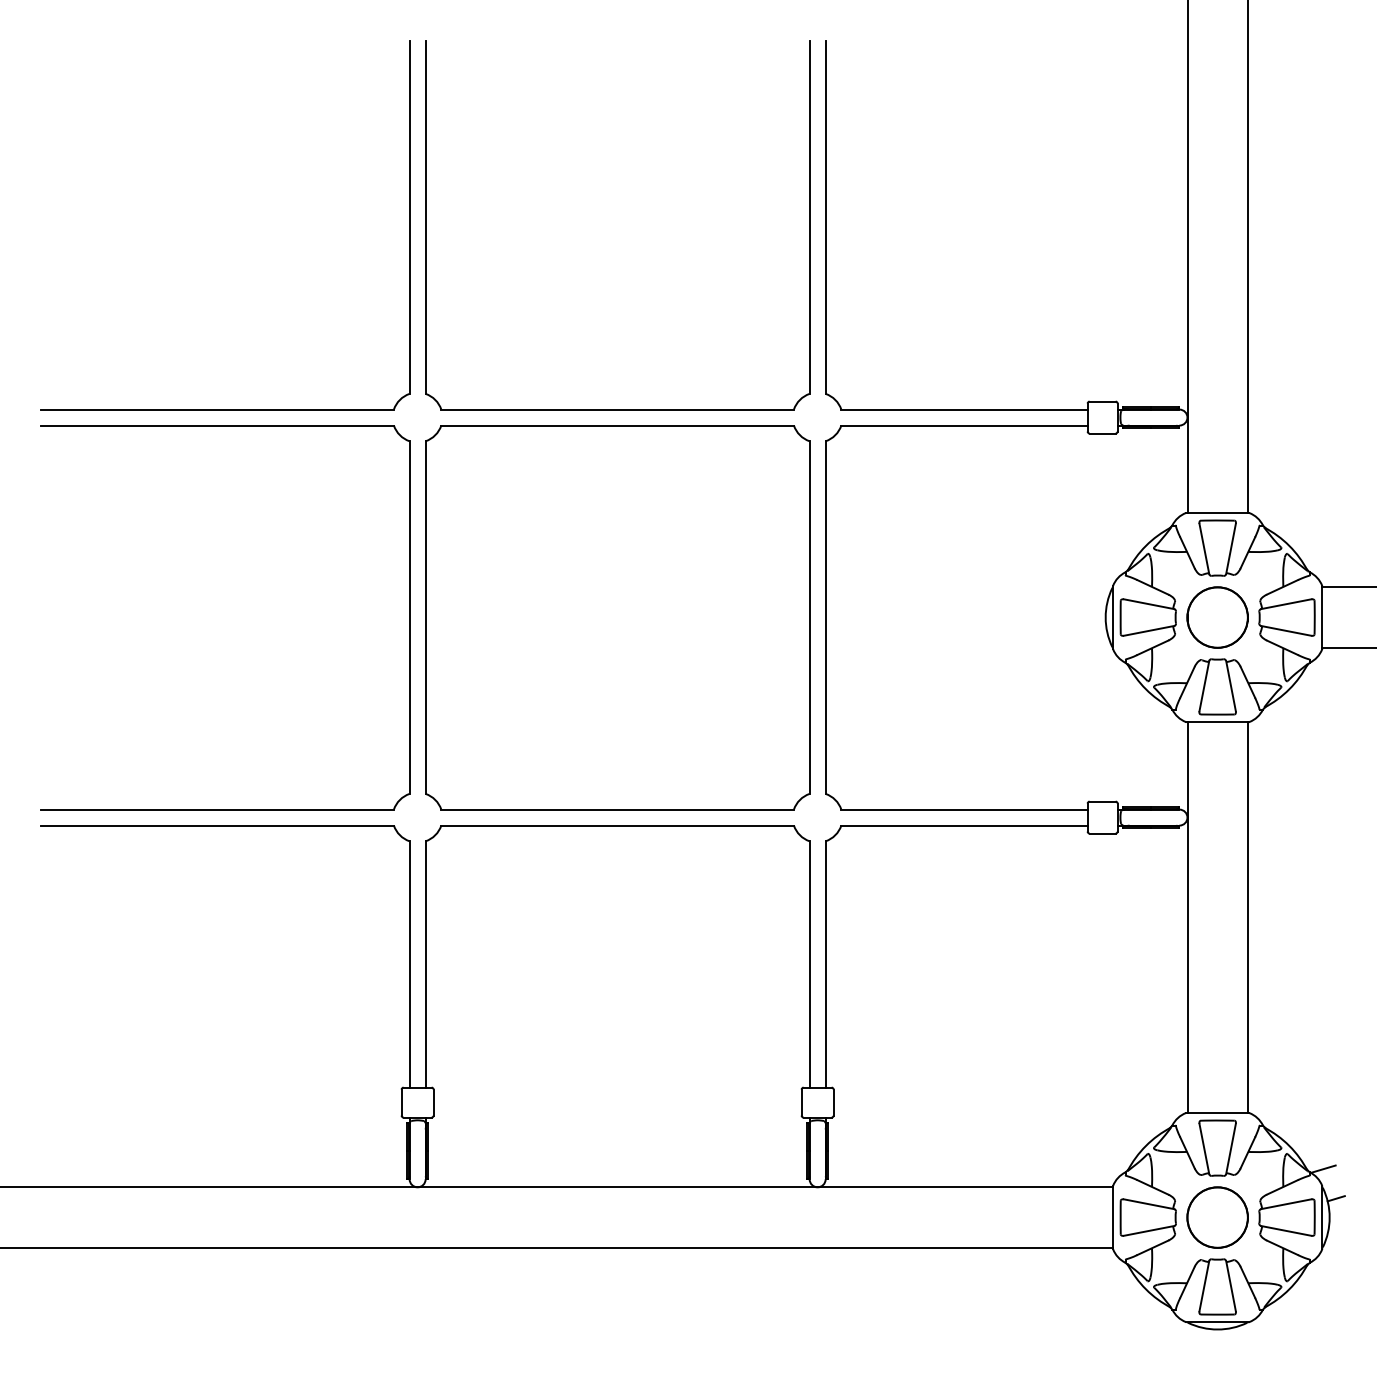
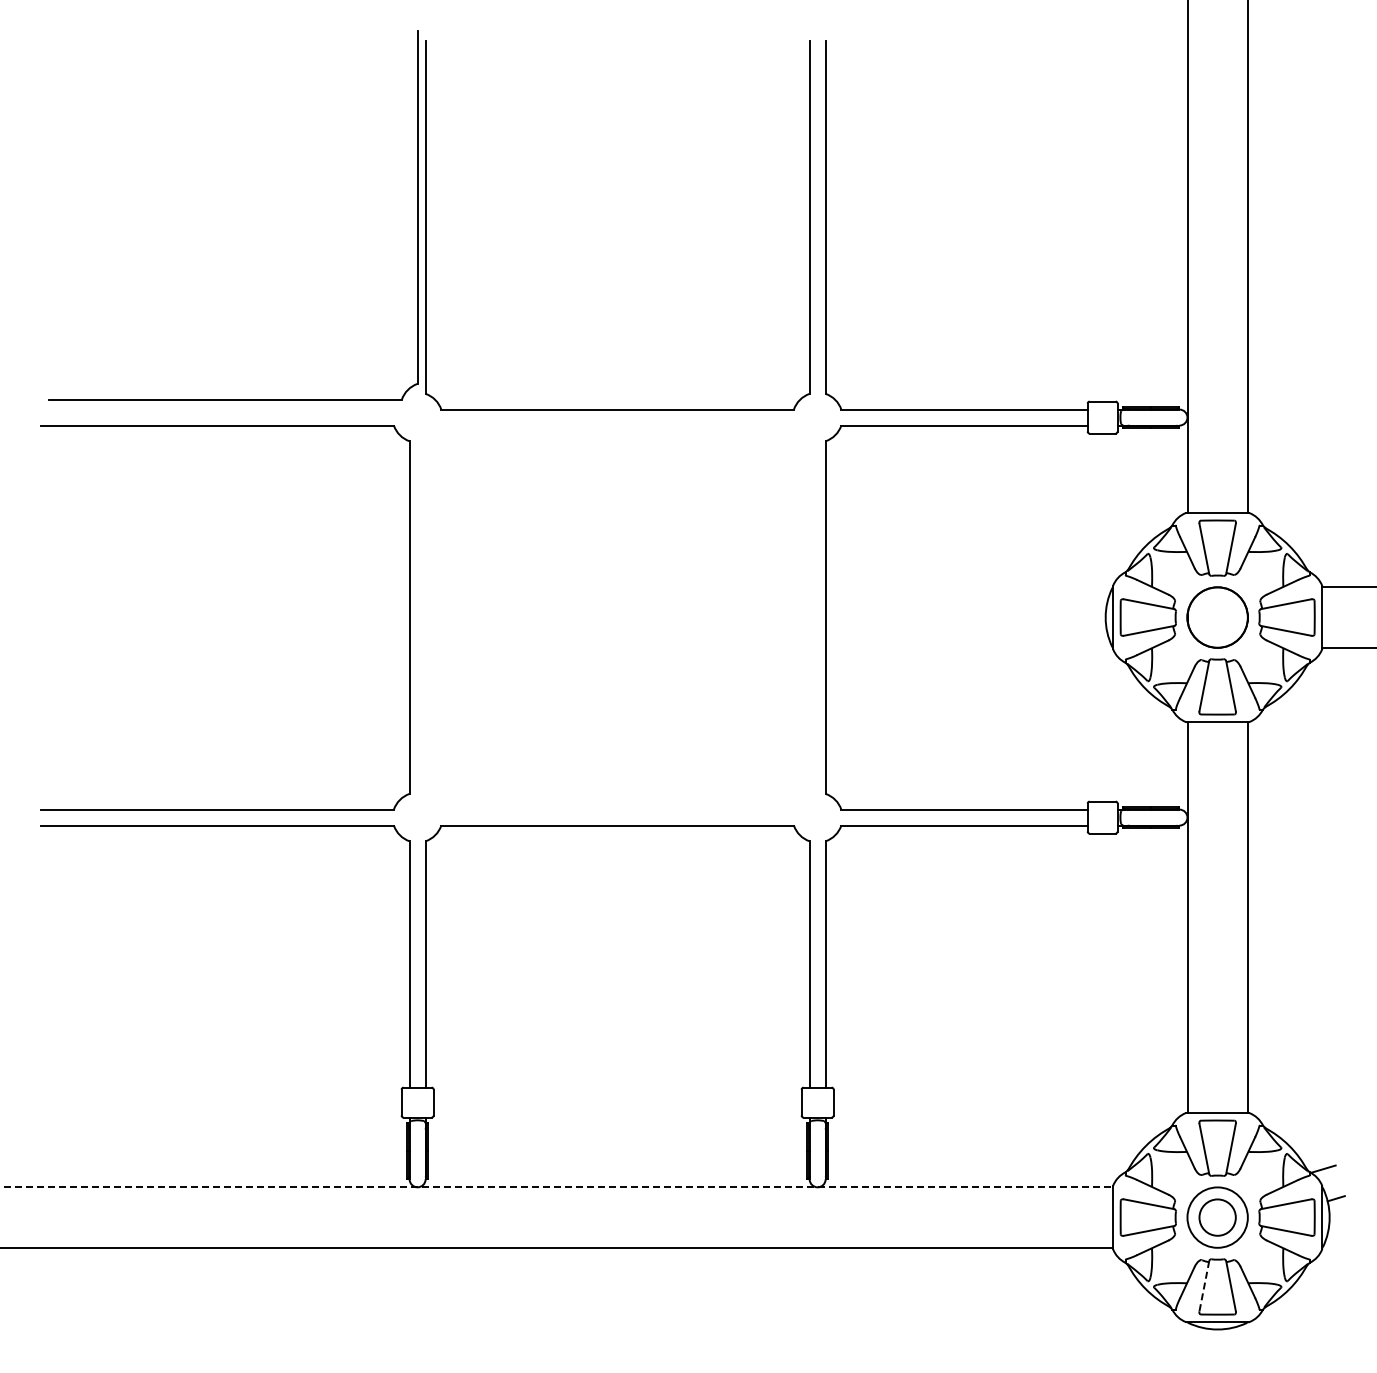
part at (409, 225) position: (409, 225) -> (417, 215)
part at (617, 617): present -> none
line at (557, 1187): solid -> dashed
circle at (1217, 1217) diameter: 61 px -> 36 px
line at (1204, 1286): solid -> dashed
